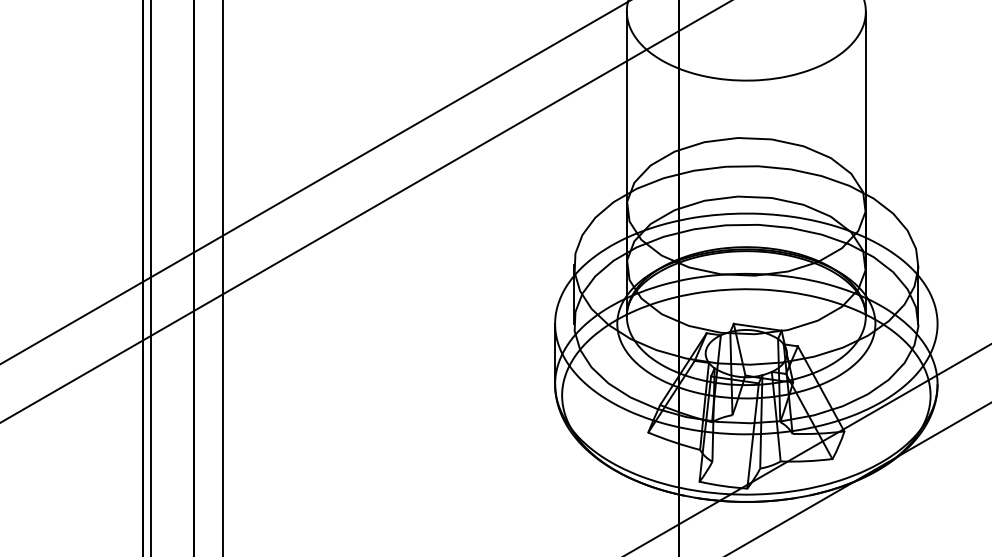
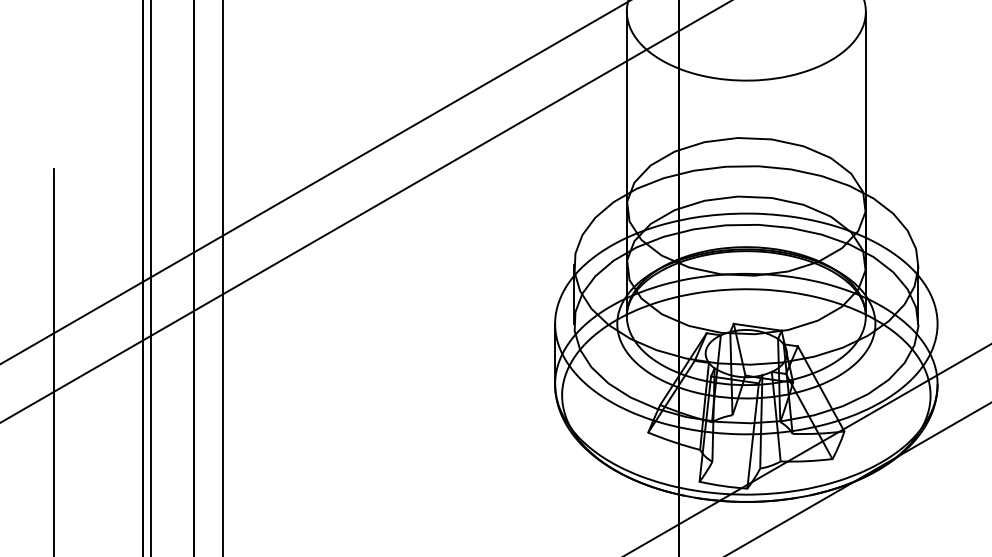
line at (54, 360): none -> present
